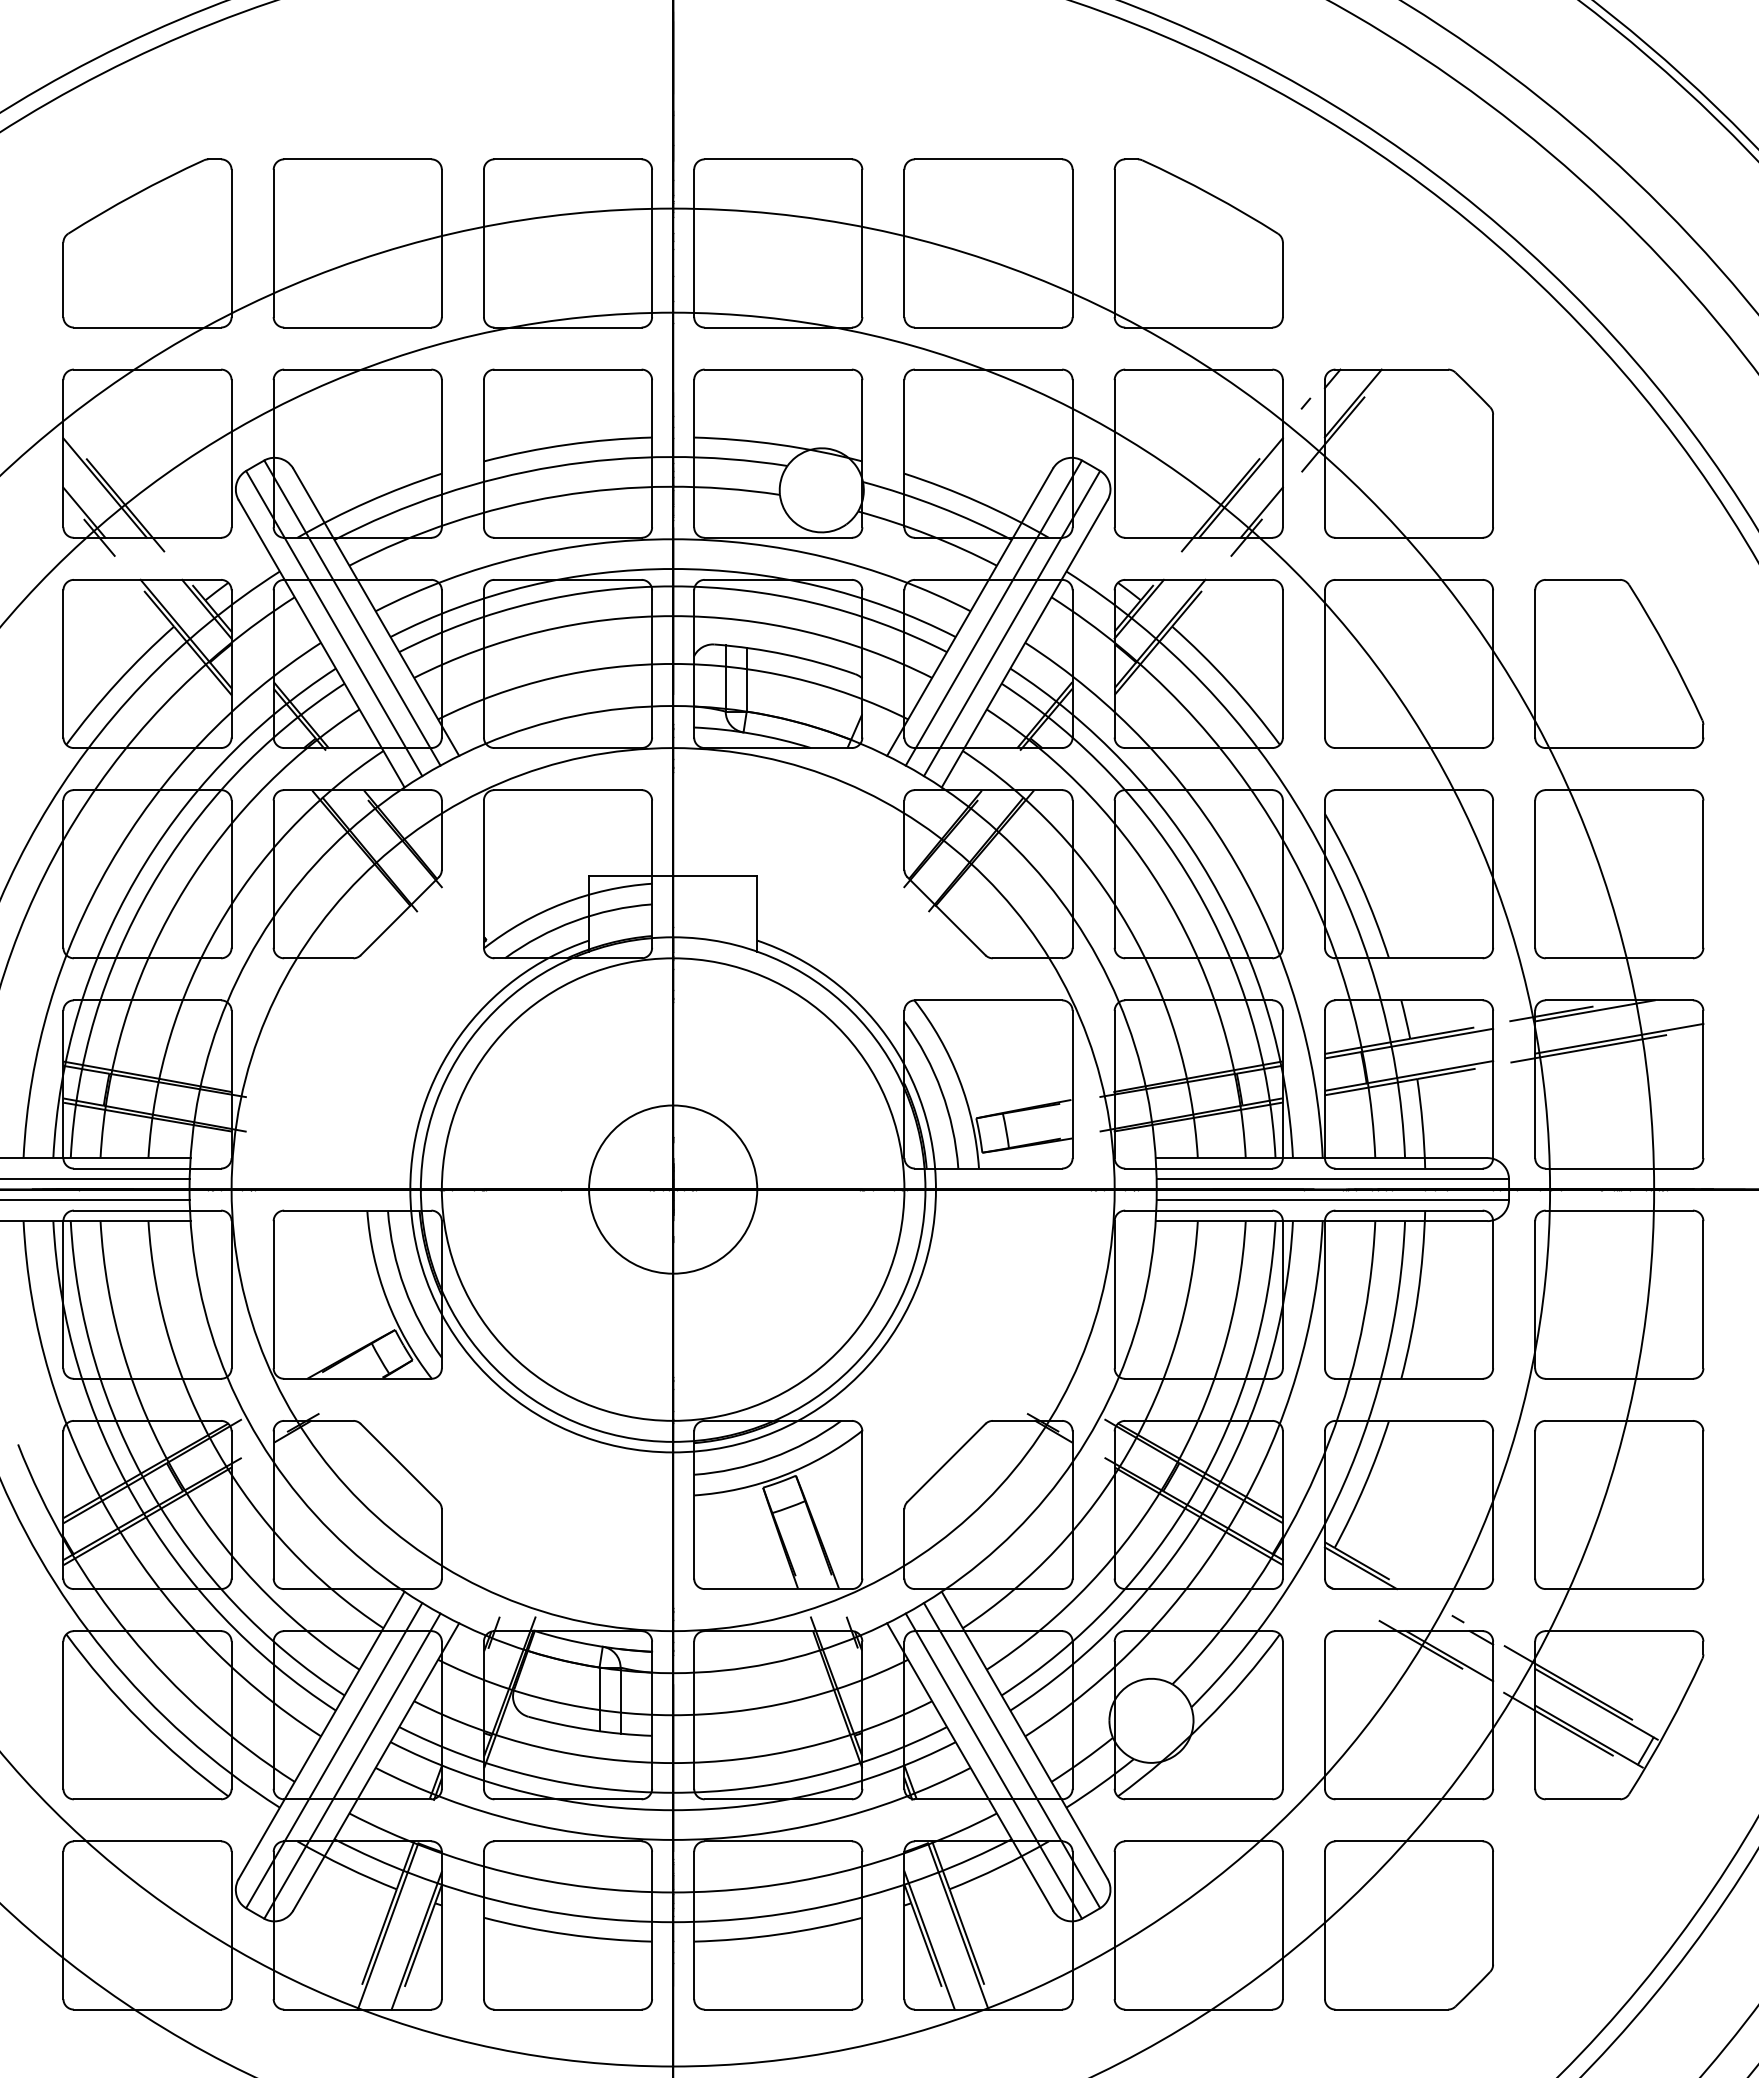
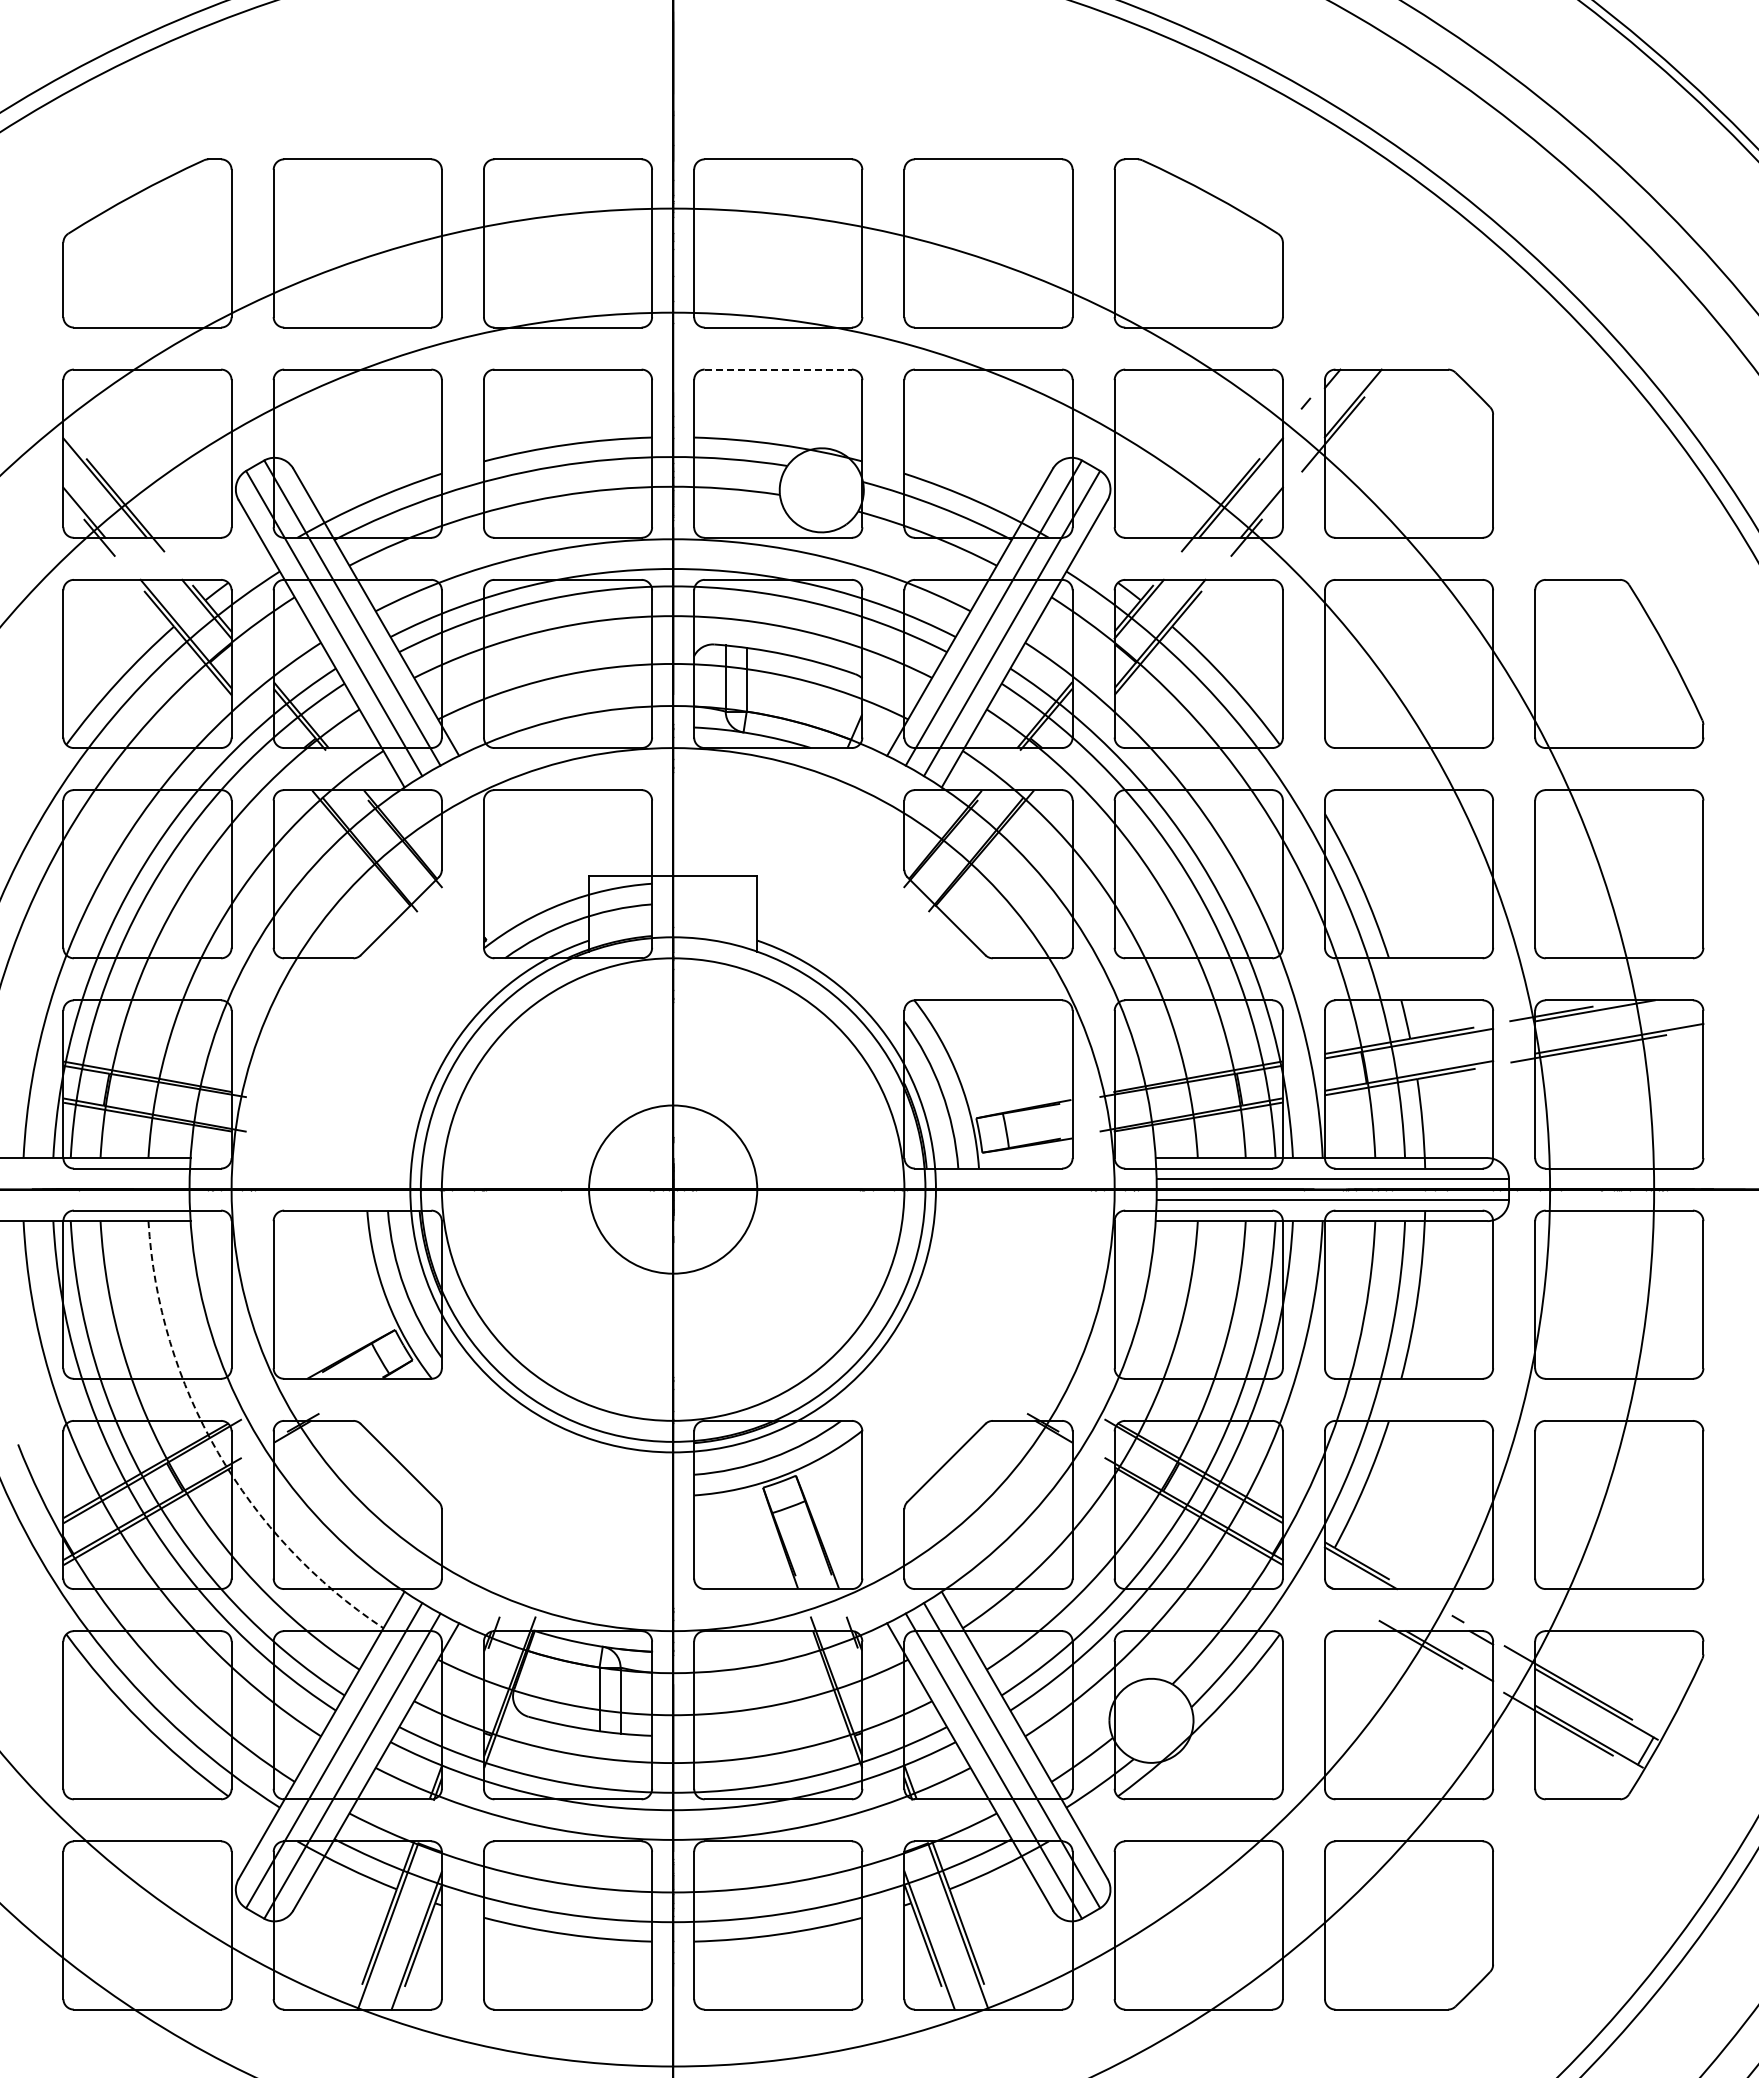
line at (778, 369): solid -> dashed
line at (95, 1179): present -> none
line at (95, 1200): present -> none
arc at (217, 1452): solid -> dashed
